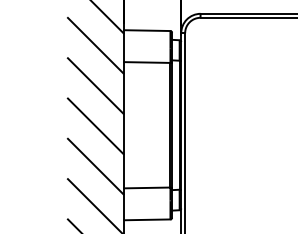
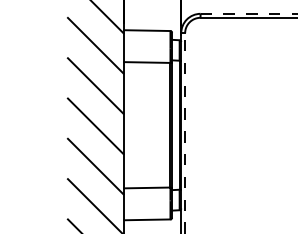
line at (249, 13): solid -> dashed
line at (185, 132): solid -> dashed
